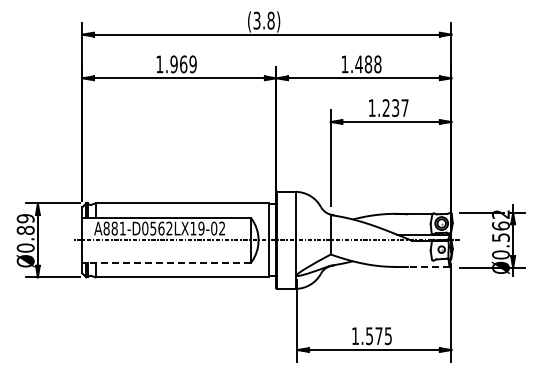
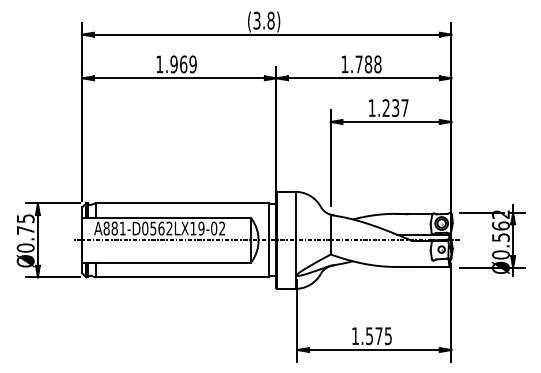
text at (358, 64): 1.488 -> 1.788
text at (25, 224): Ø0.89 -> Ø0.75
line at (166, 262): dashed -> solid
line at (428, 266): dashed -> solid
